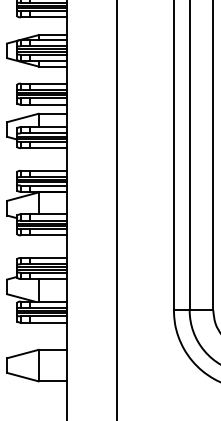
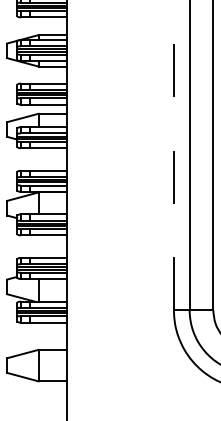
line at (173, 155): solid -> dashed
line at (116, 209): present -> none
